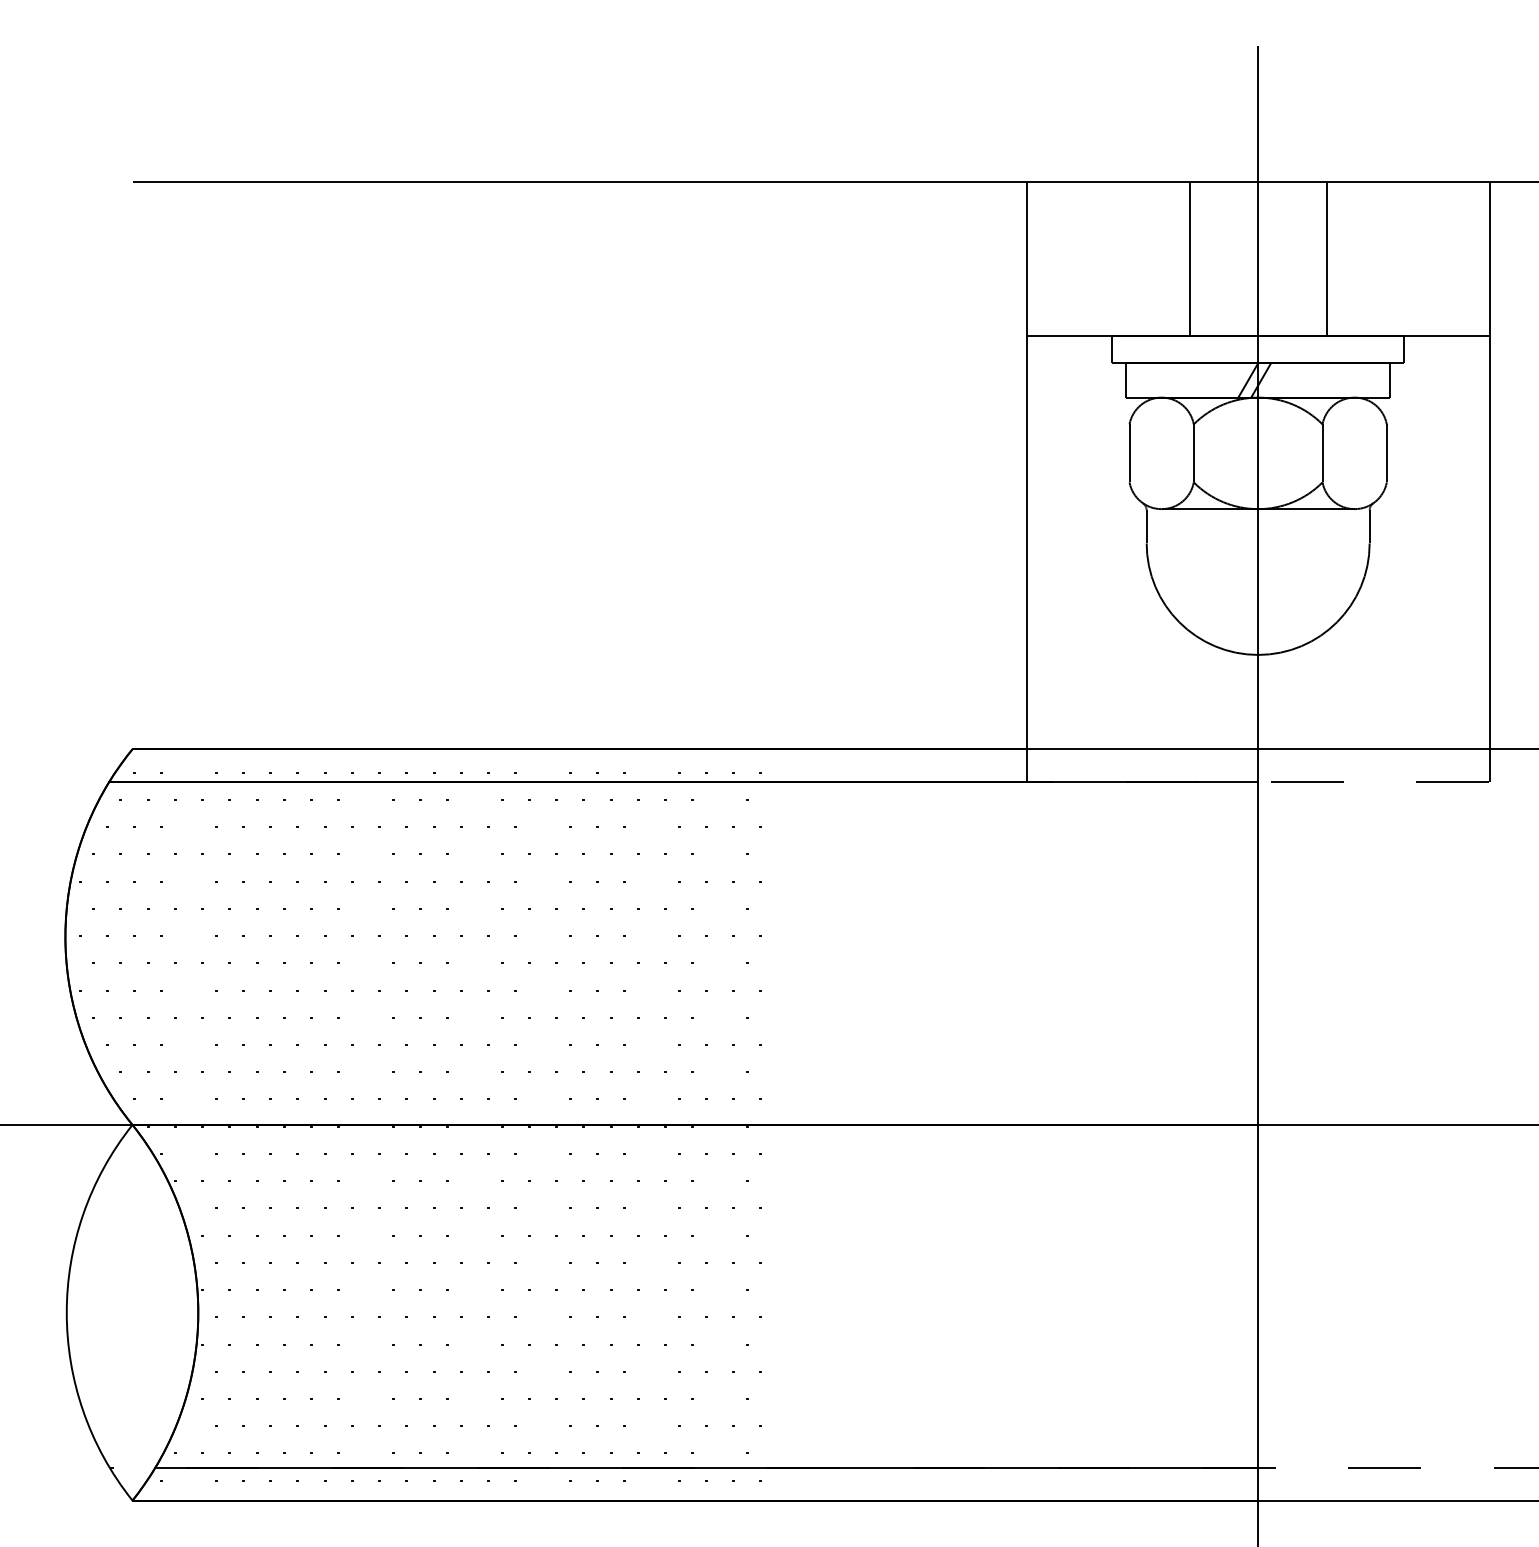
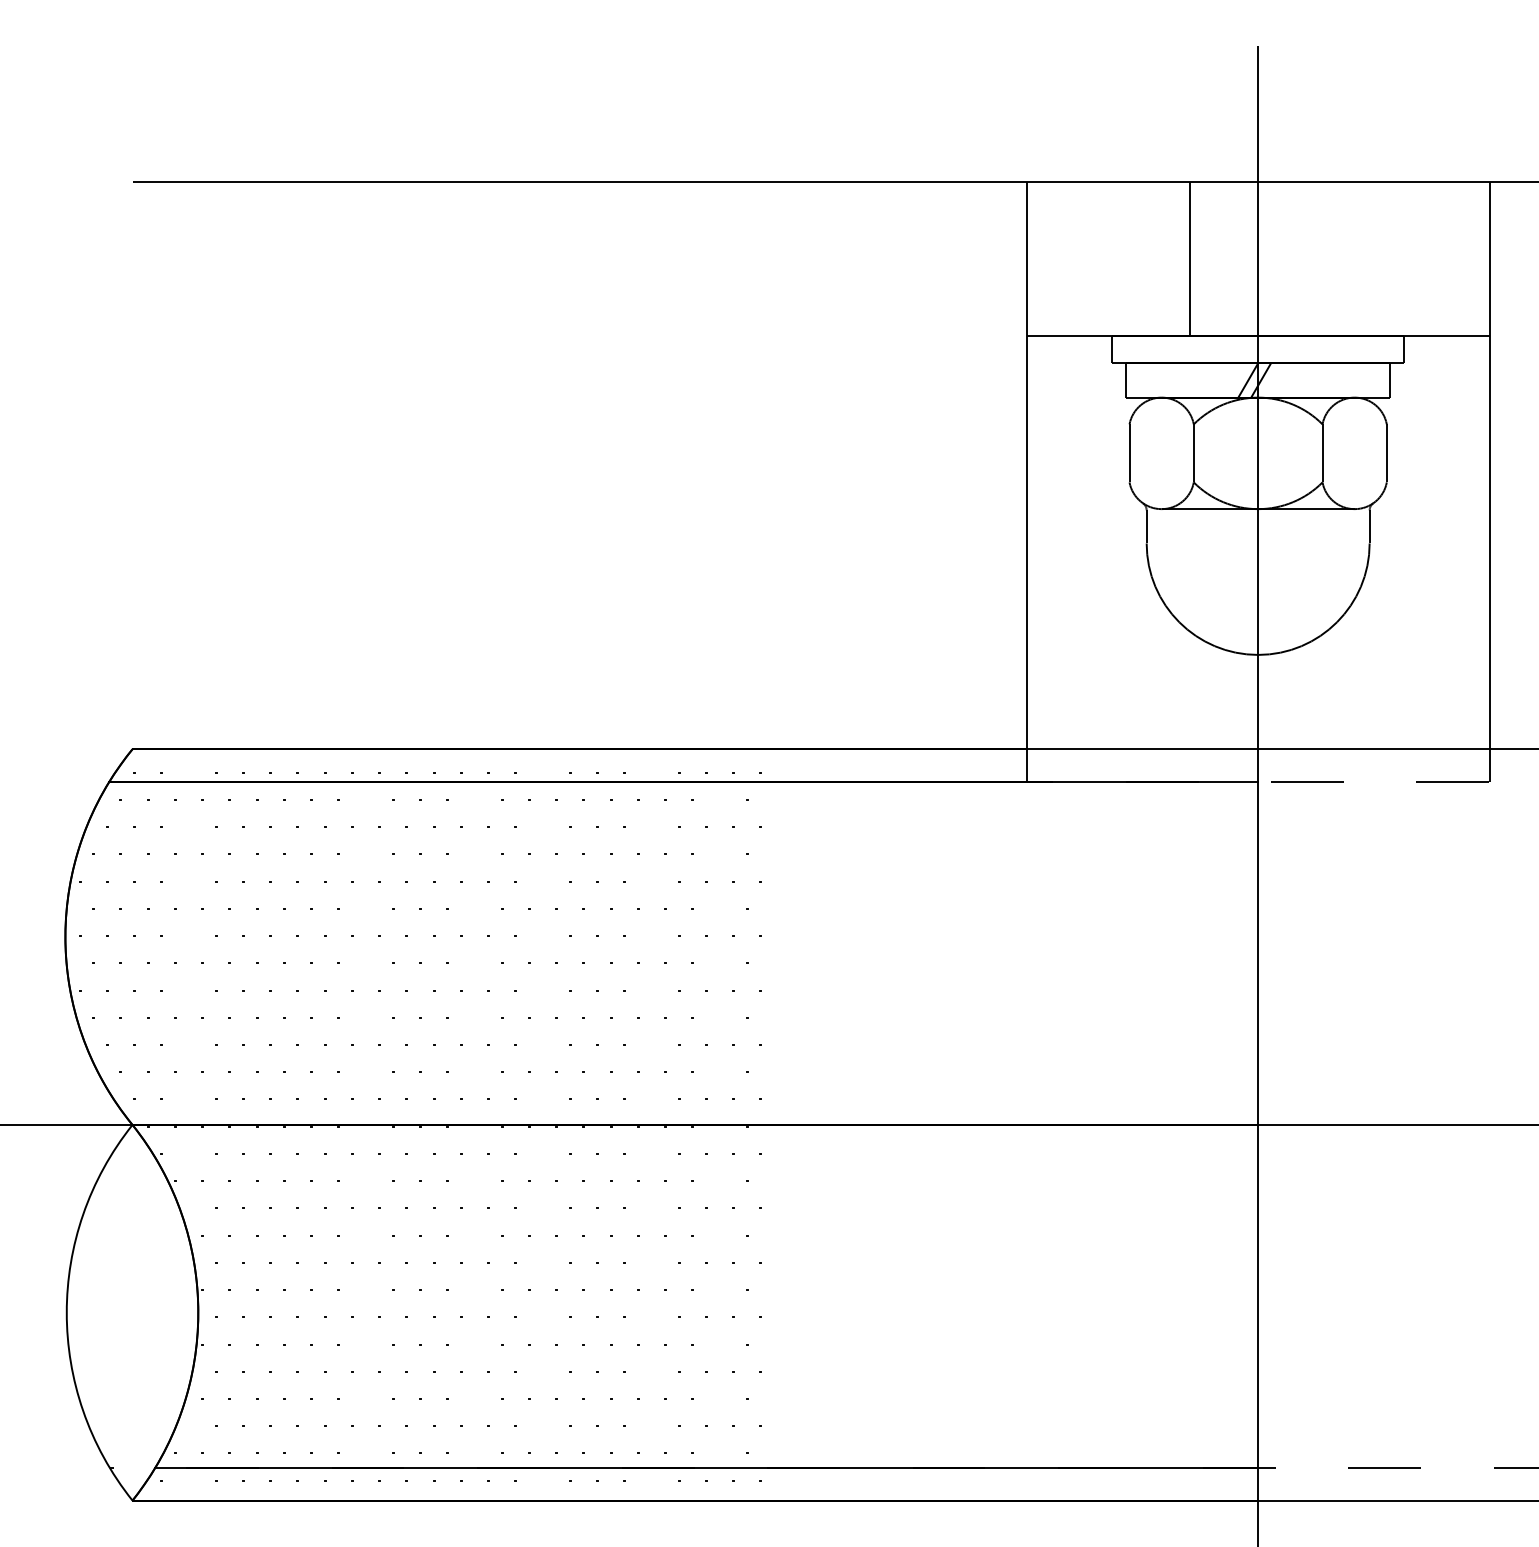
line at (1326, 258): present -> none
